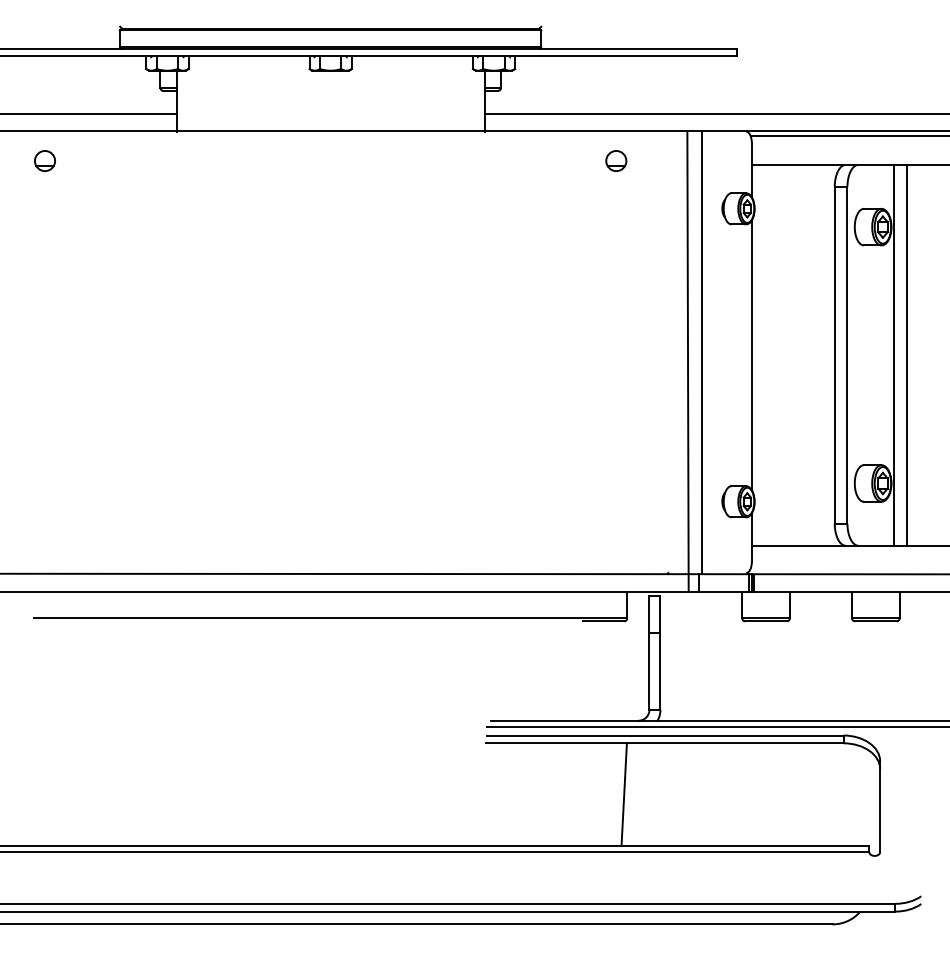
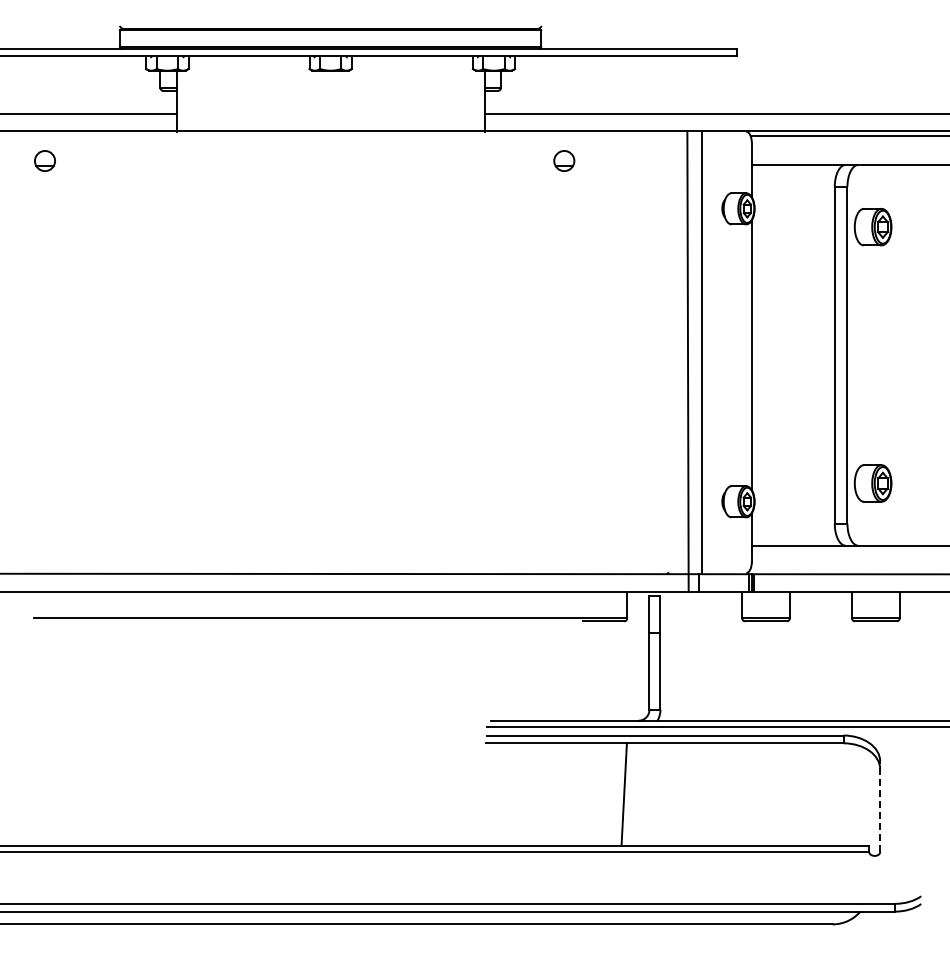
part at (616, 160) position: (616, 160) -> (564, 160)
line at (893, 354): present -> none
line at (906, 354): present -> none
line at (880, 806): solid -> dashed
